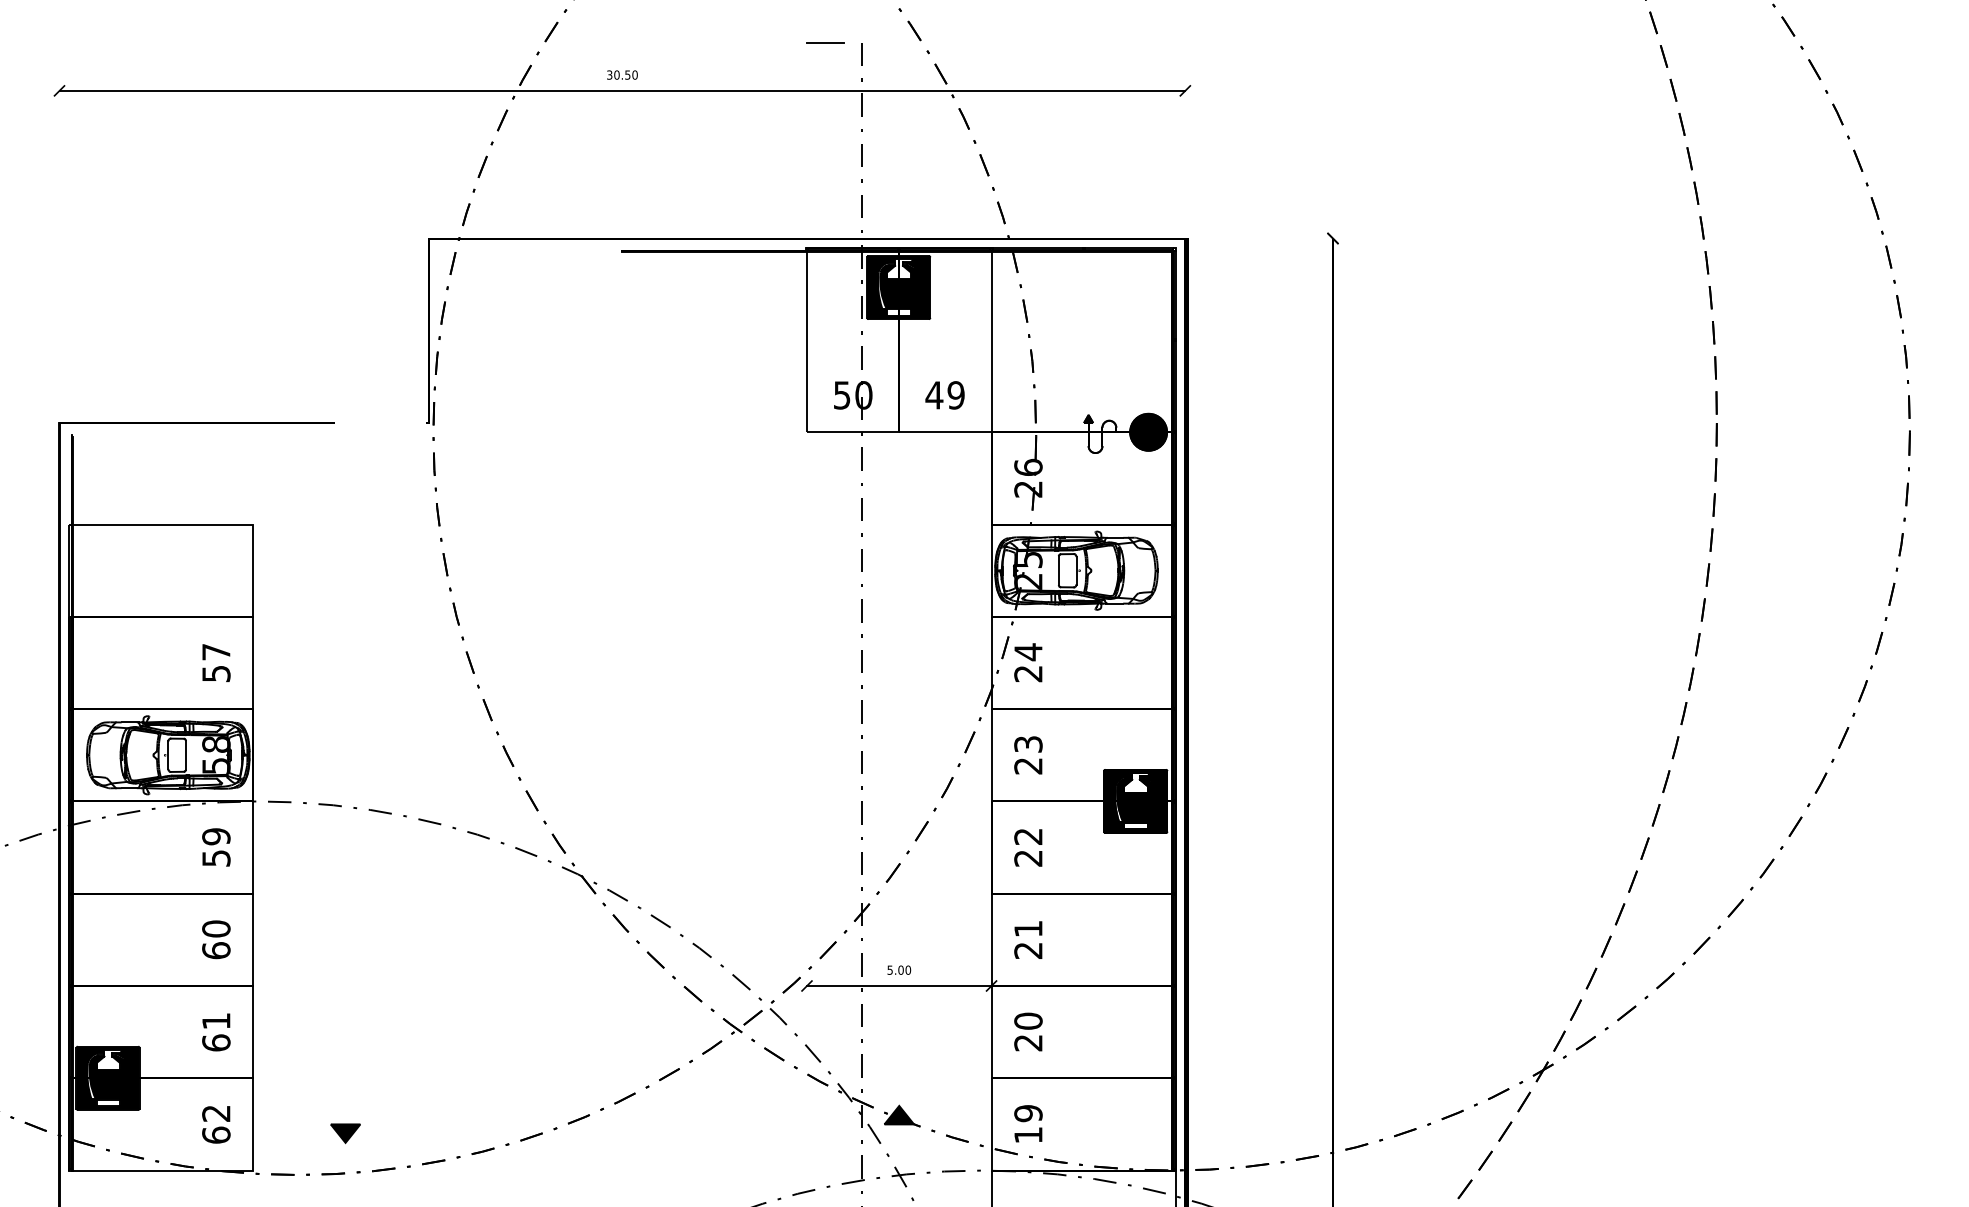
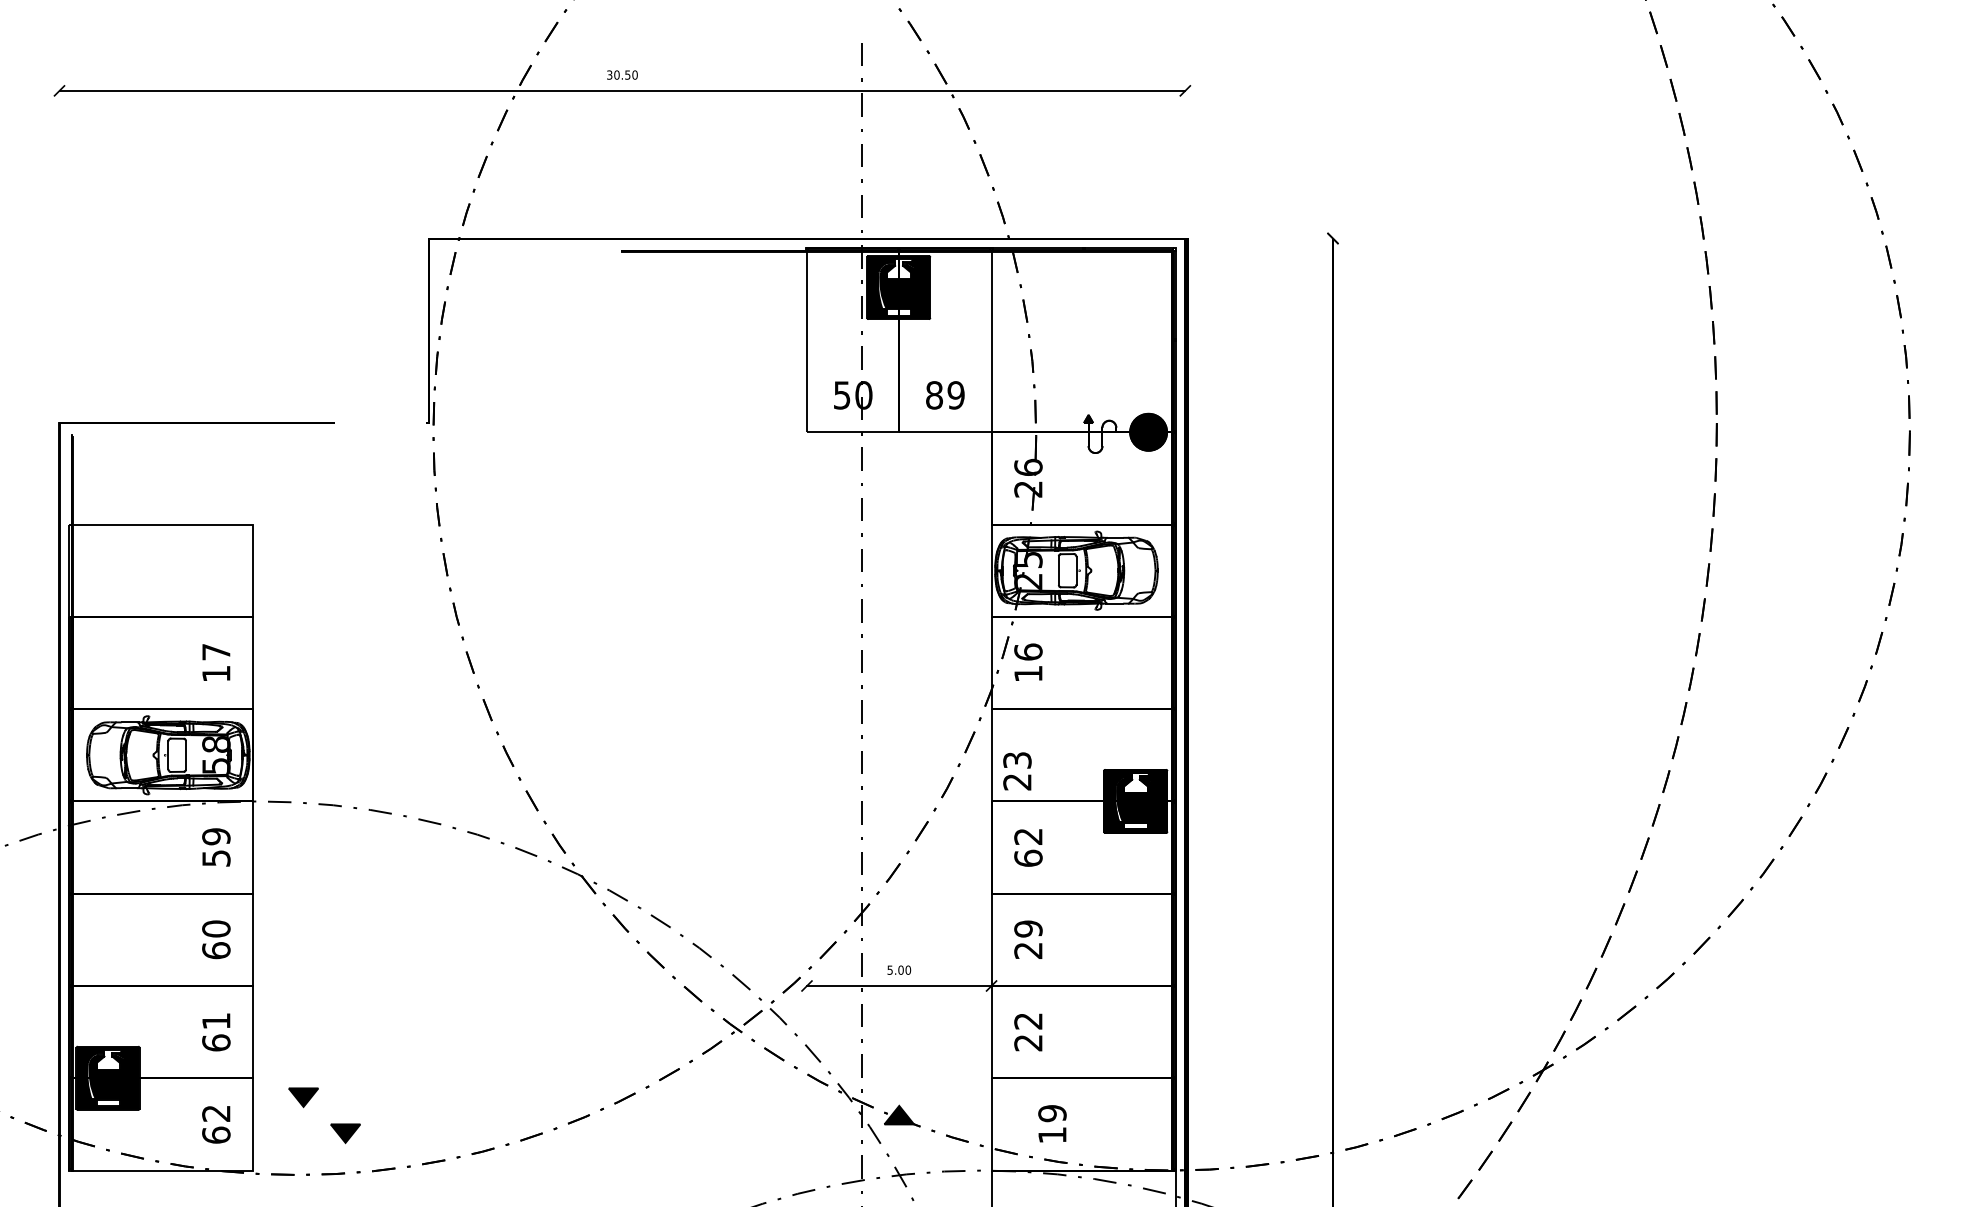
line at (824, 42): present -> none
text at (934, 395): 49 -> 89
text at (1028, 662): 24 -> 16
text at (216, 674): 57 -> 17
text at (1028, 755) position: (1028, 755) -> (1017, 771)
text at (1028, 857): 22 -> 62
text at (1028, 928): 21 -> 29
text at (1028, 1020): 20 -> 22
part at (303, 1097): none -> present
text at (1028, 1123) position: (1028, 1123) -> (1052, 1123)
